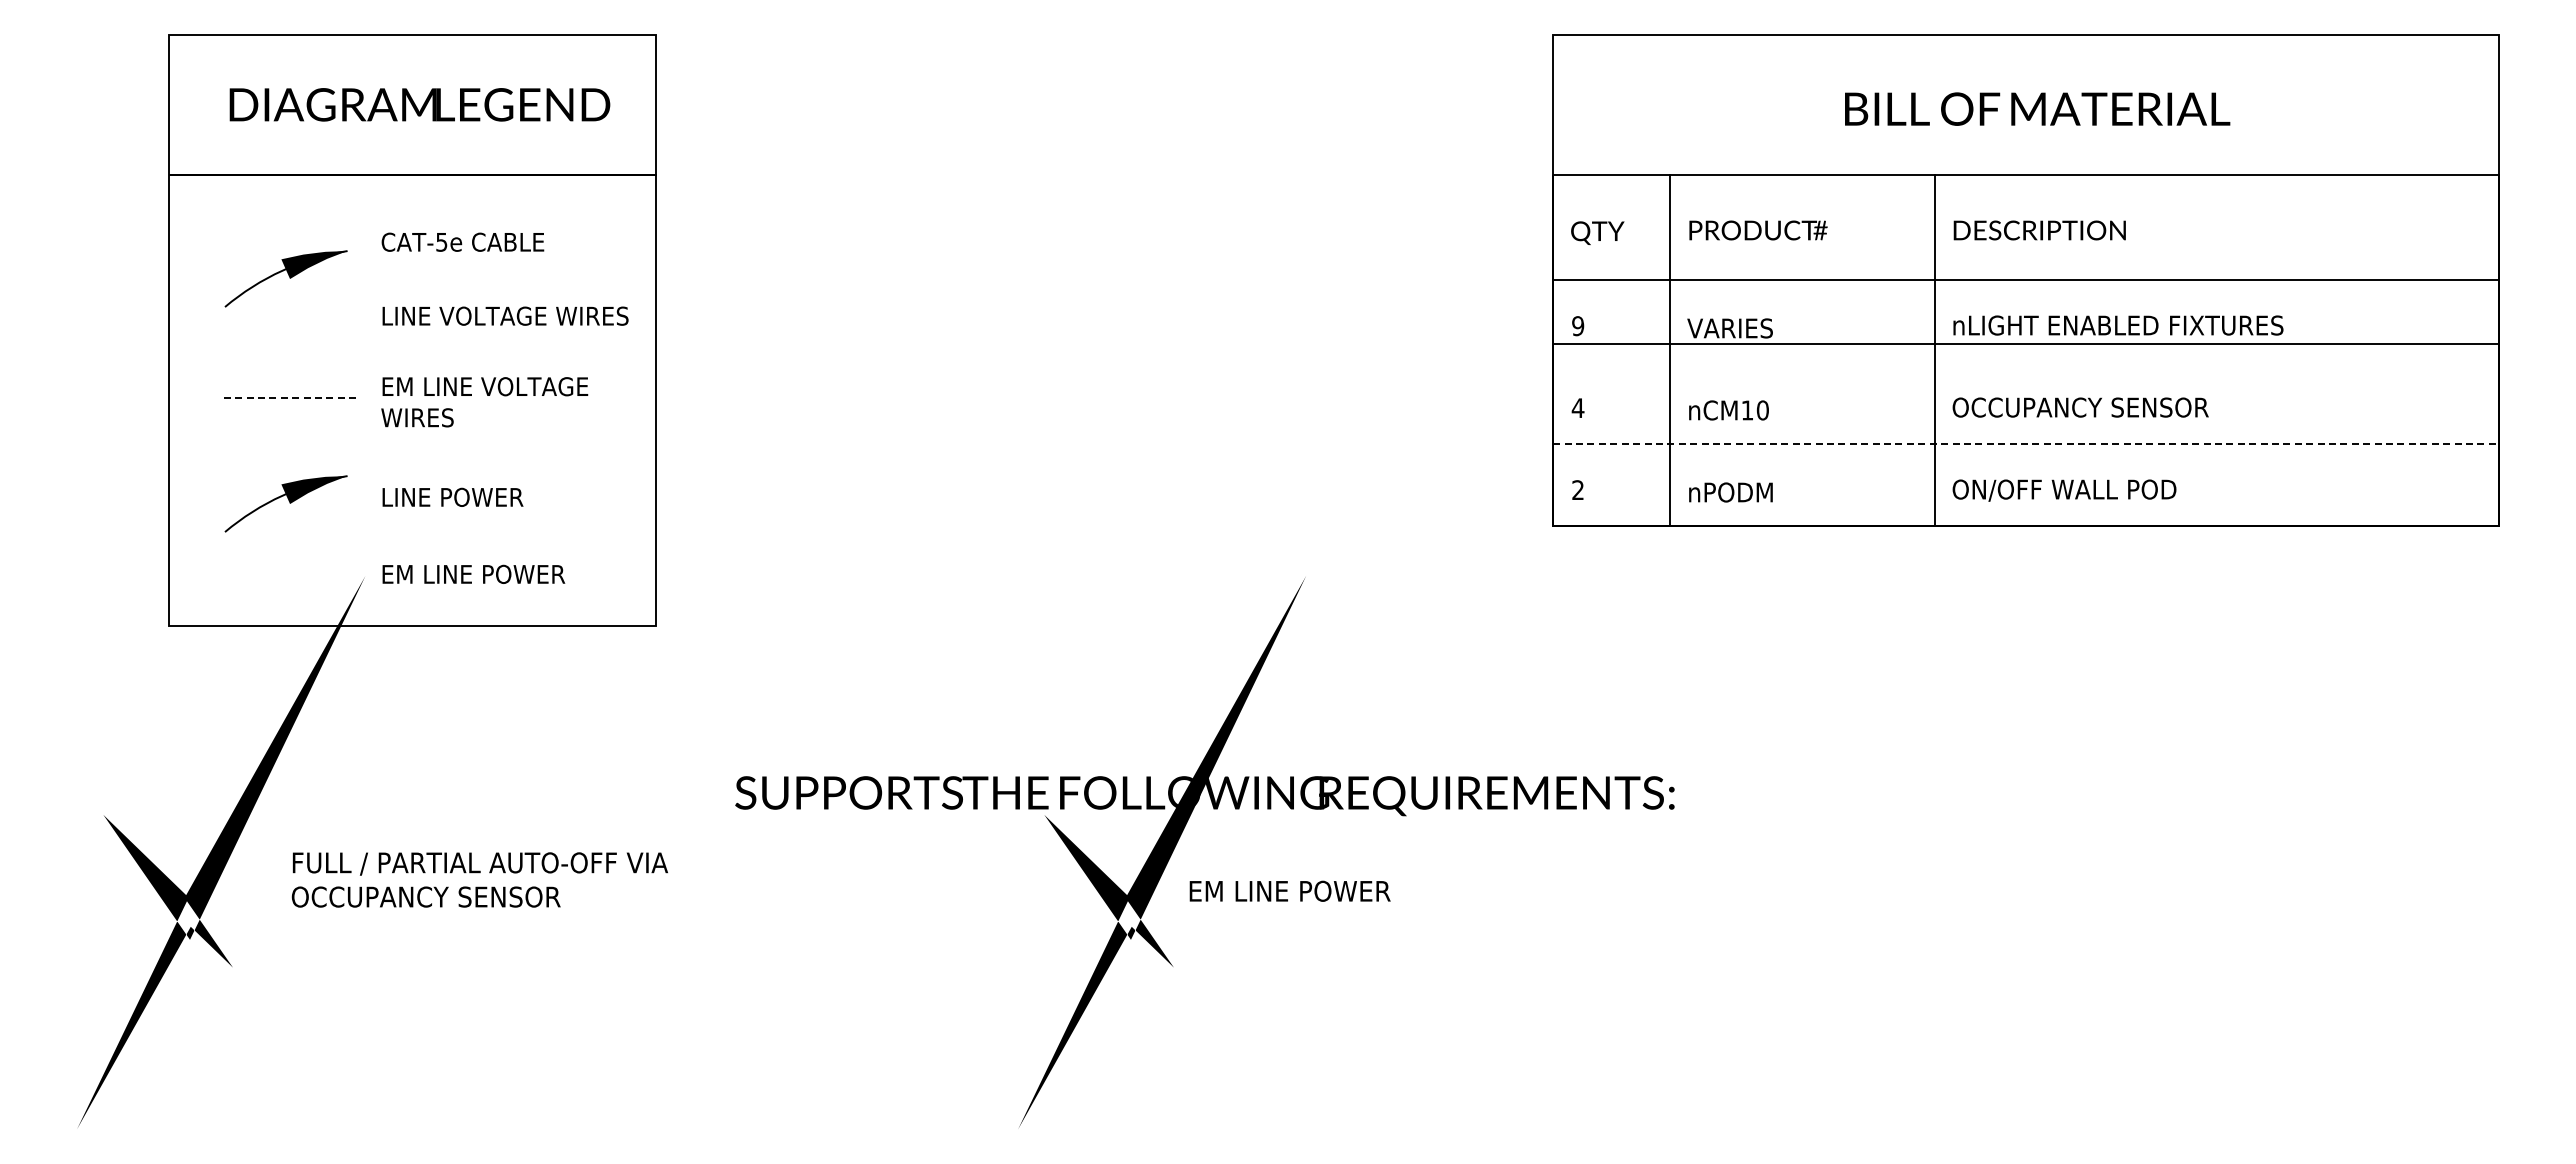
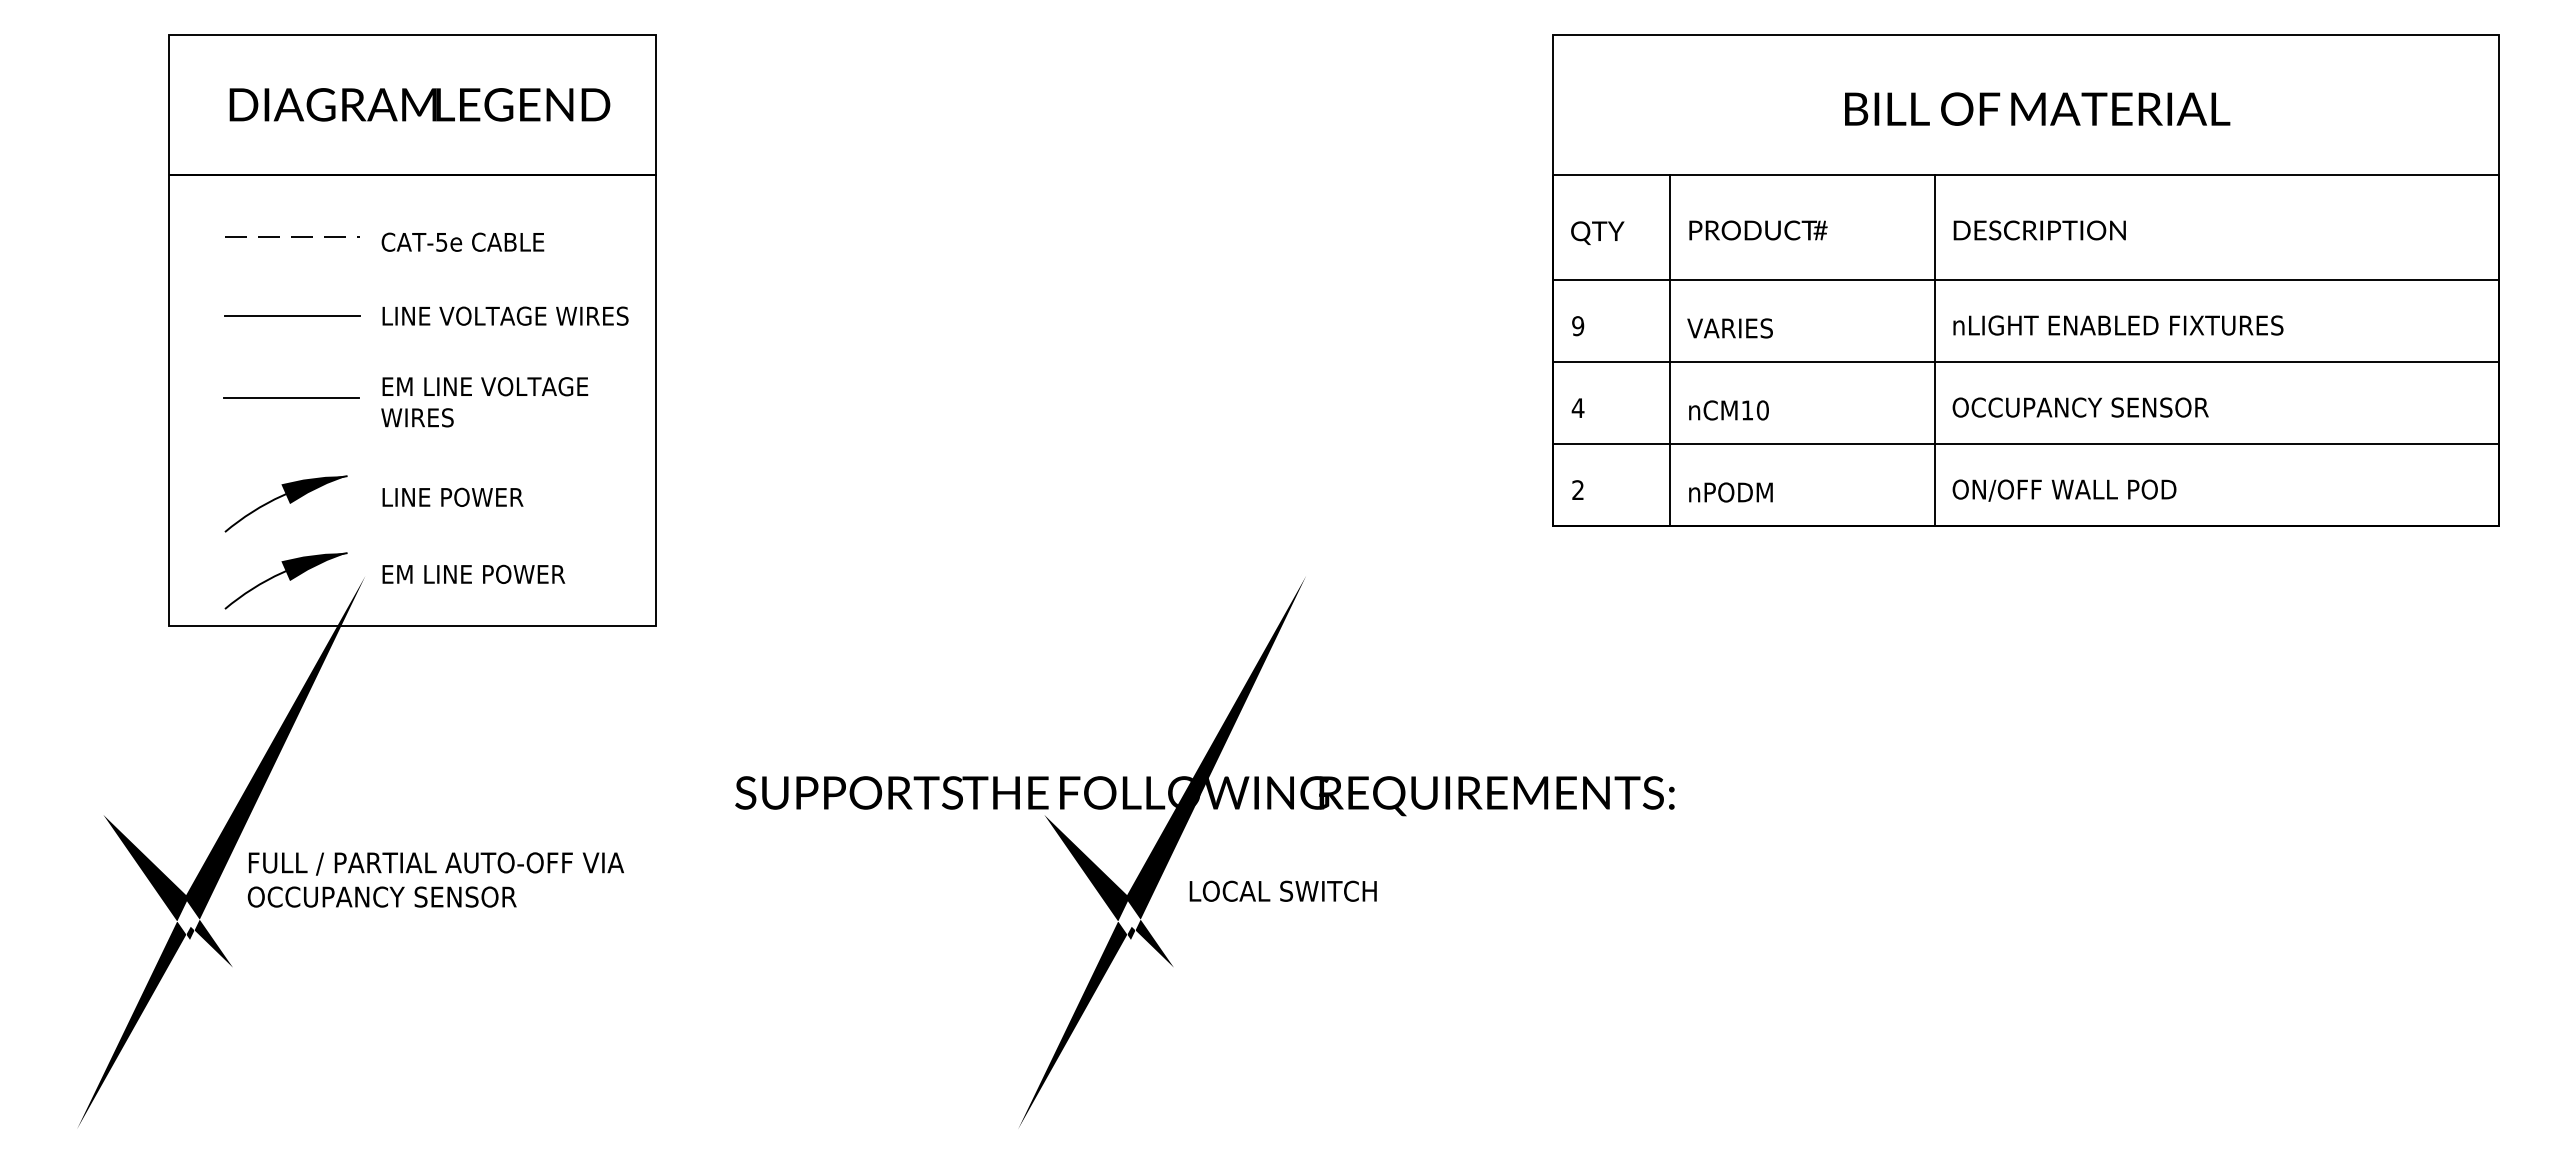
line at (292, 236): none -> present
part at (285, 278) position: (285, 278) -> (285, 580)
line at (292, 316): none -> present
line at (2025, 344) position: (2025, 344) -> (2025, 362)
line at (291, 398): dashed -> solid
line at (2025, 444): dashed -> solid
text at (479, 879) position: (479, 879) -> (435, 879)
text at (1291, 890): EM LINE POWER -> LOCAL SWITCH
